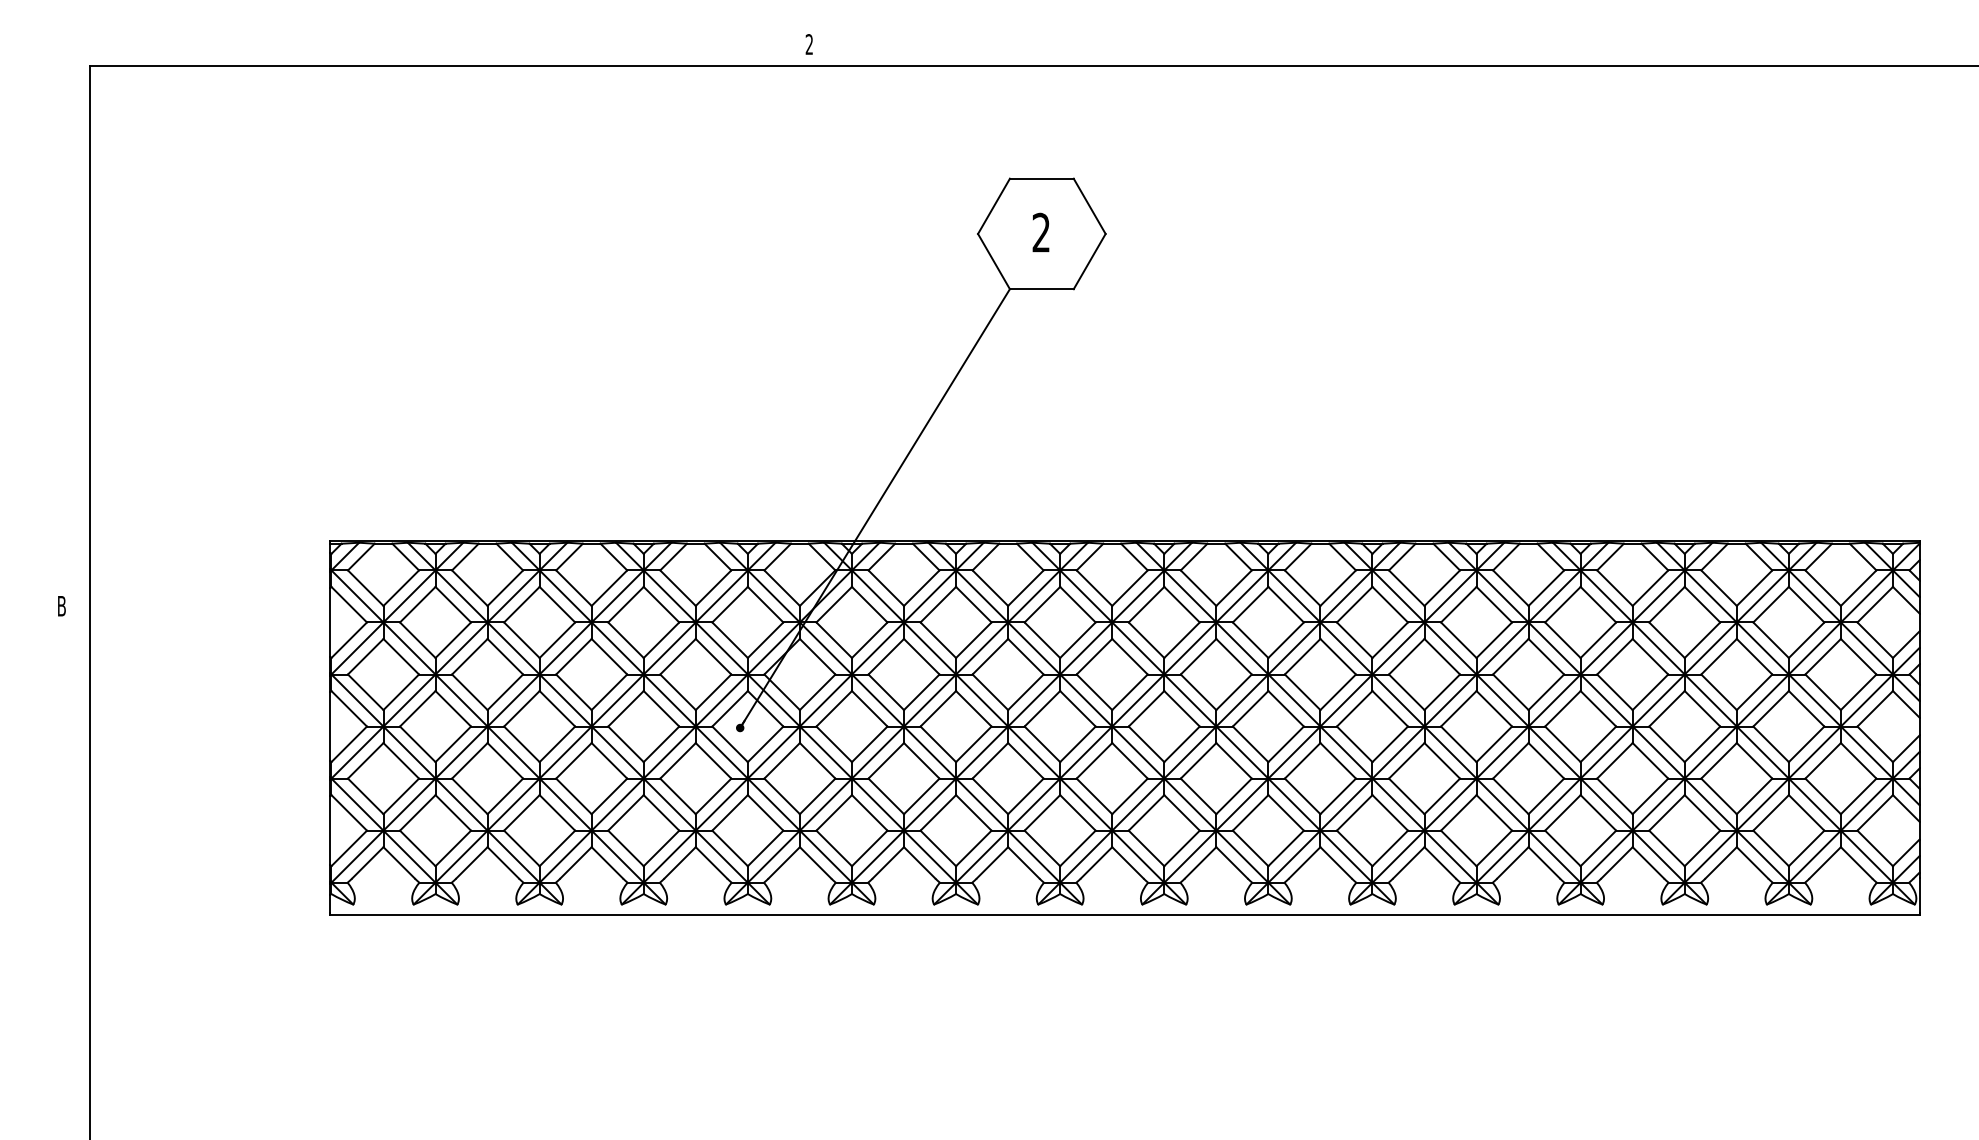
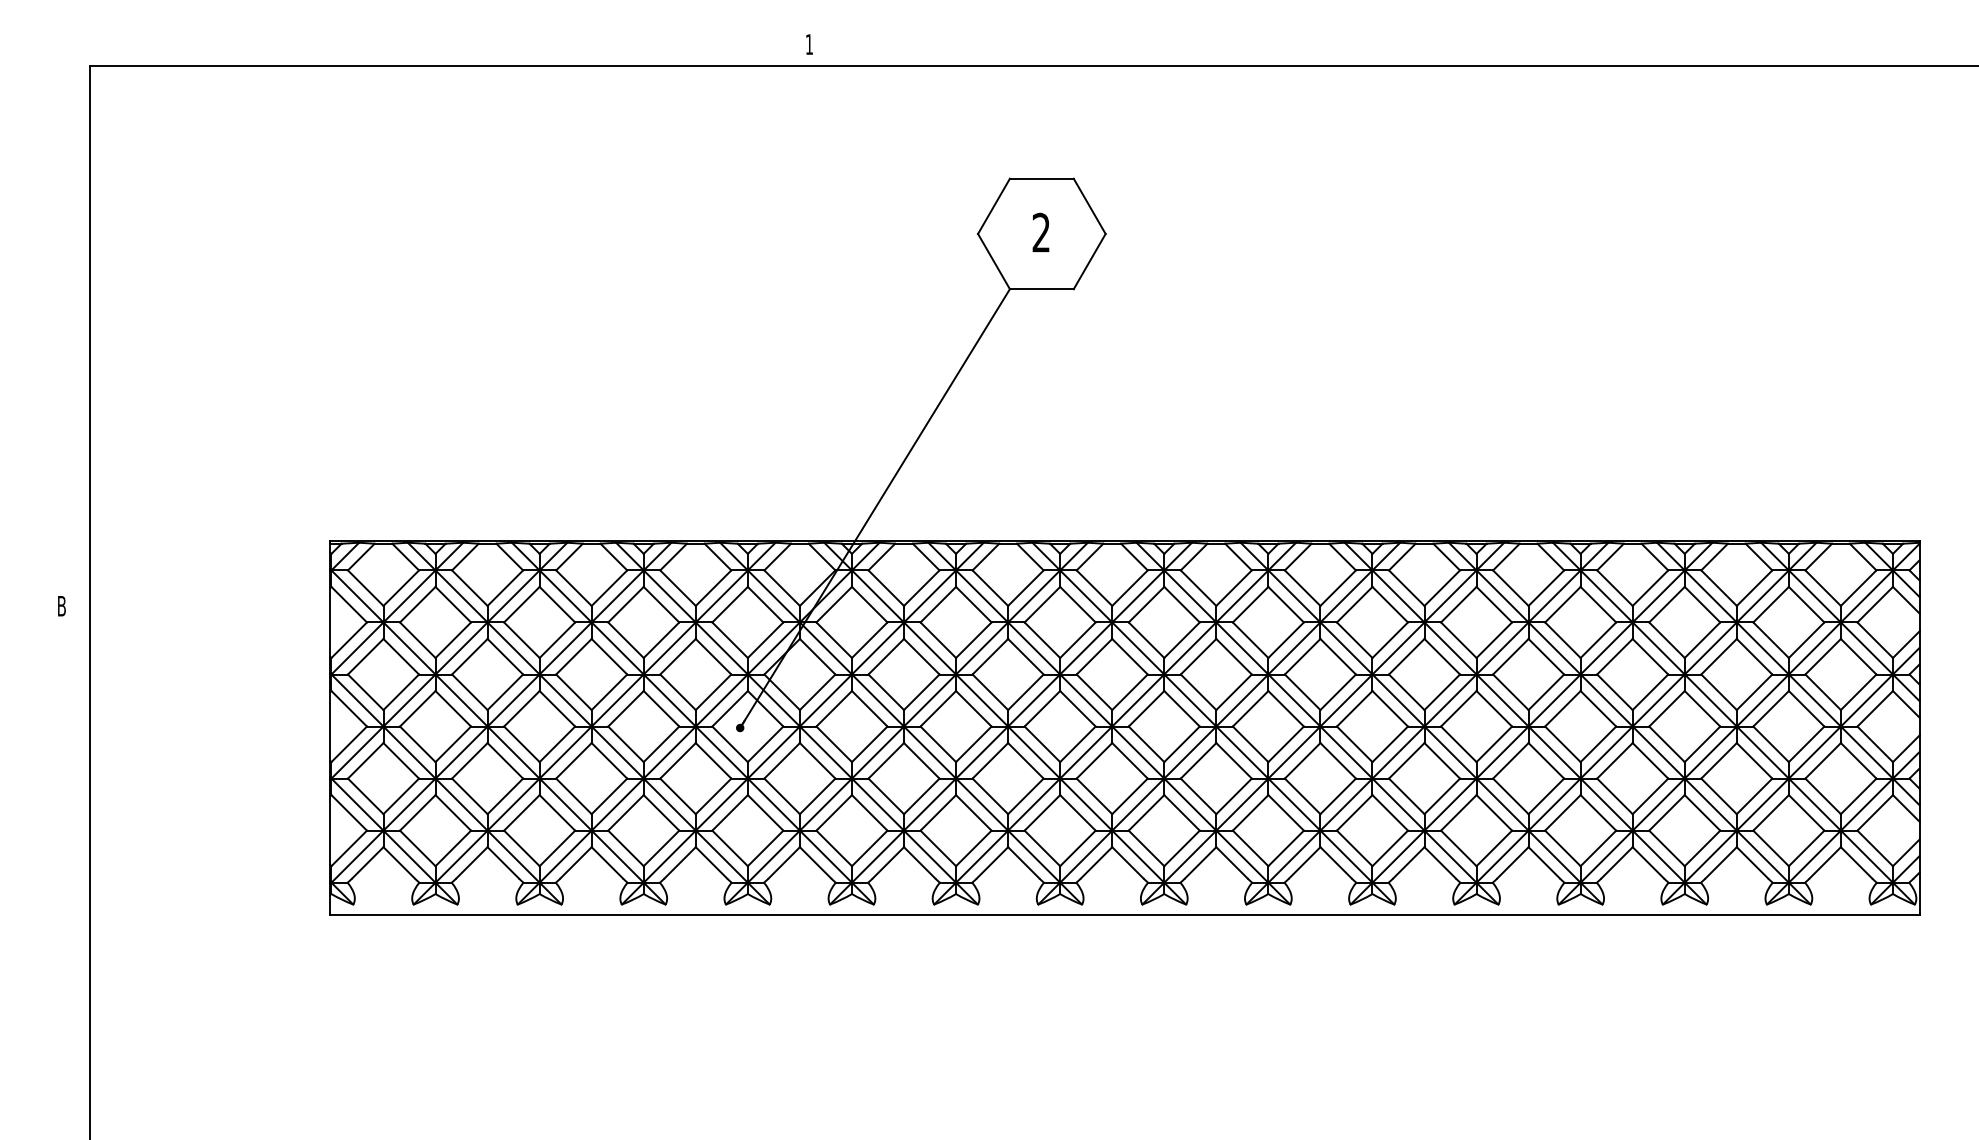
text at (808, 44): 2 -> 1
